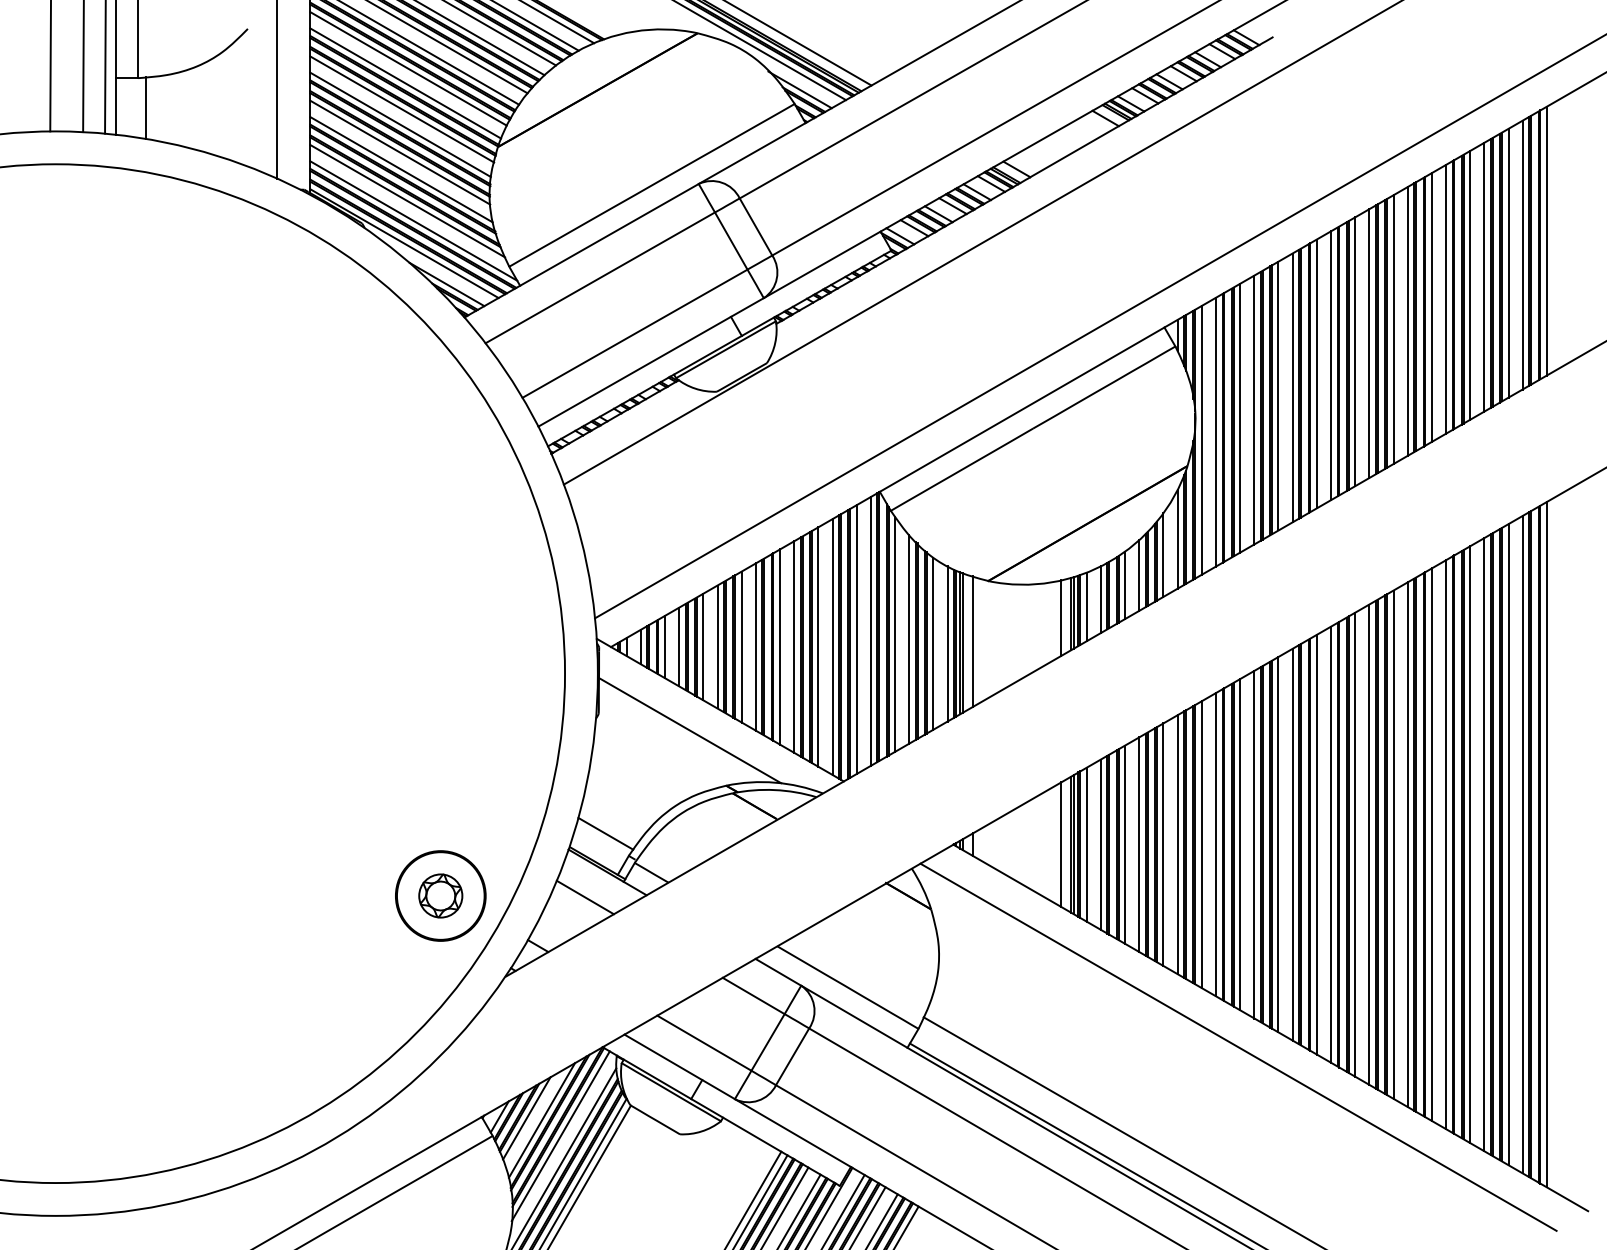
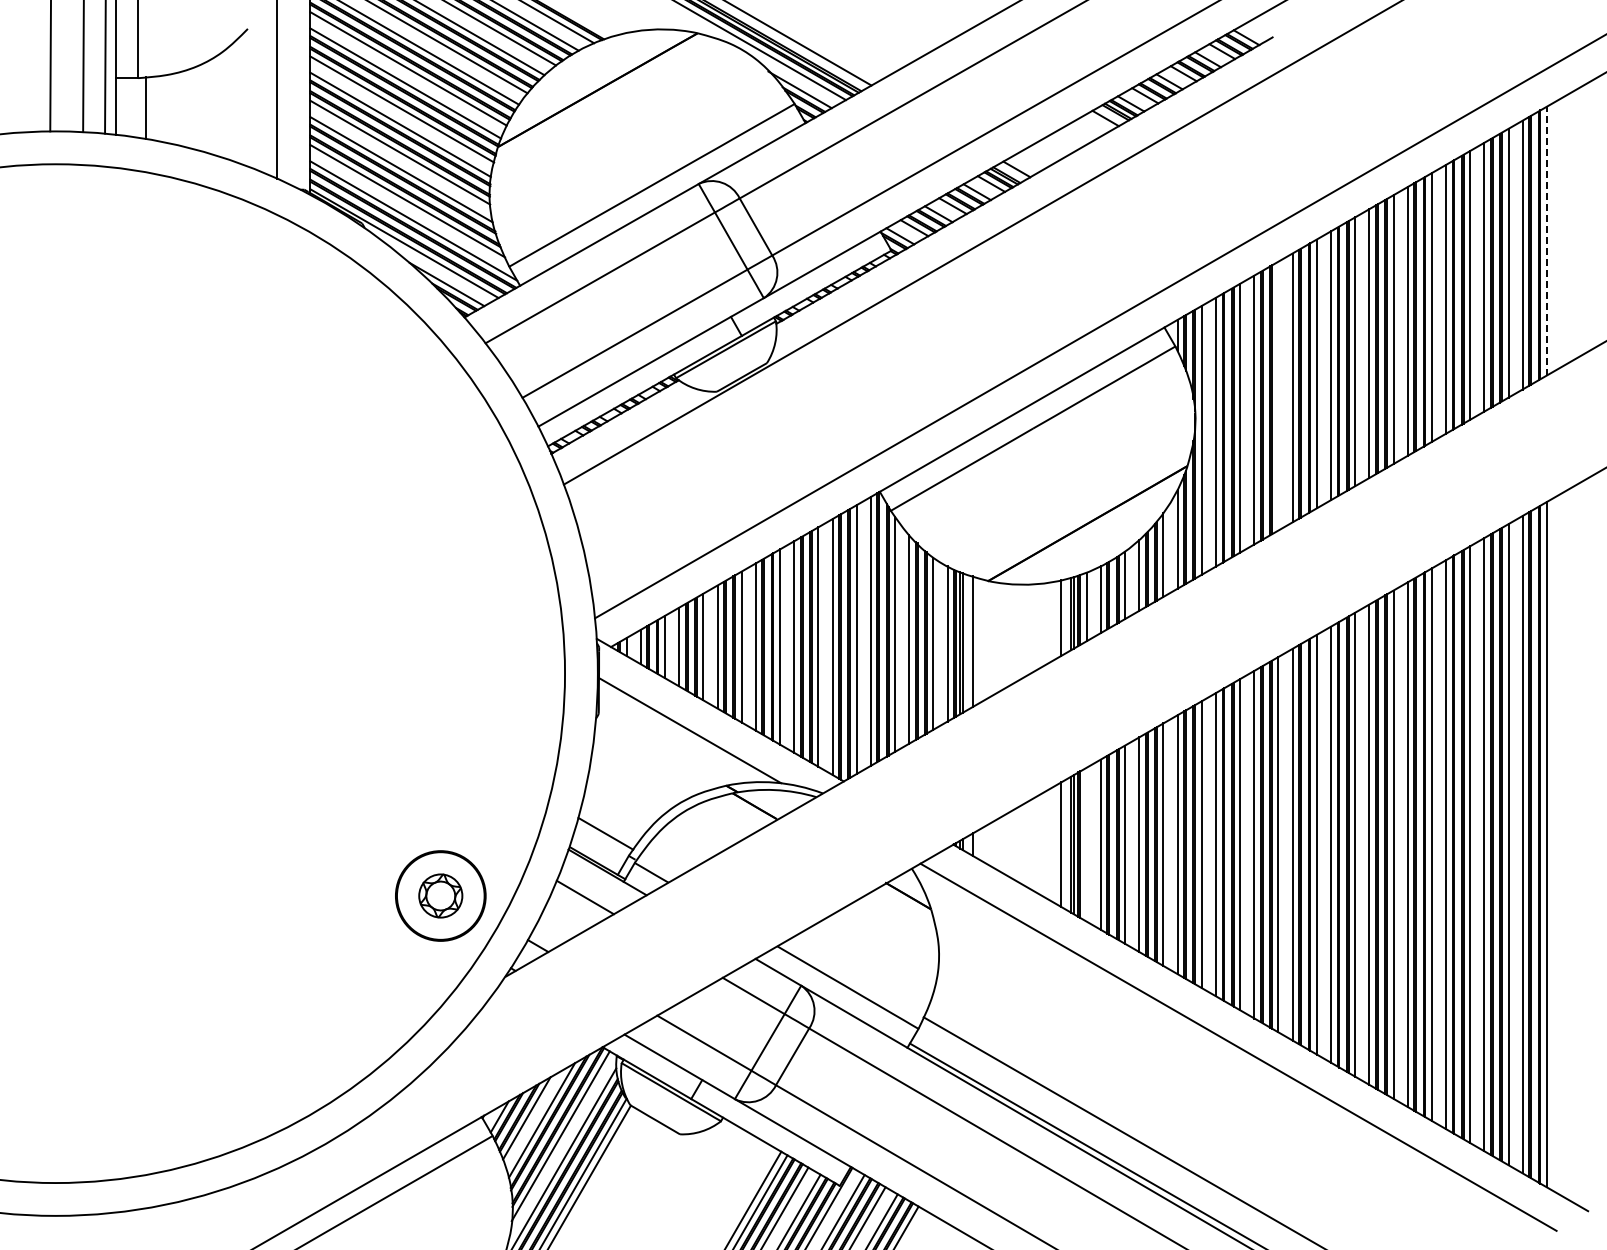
line at (1546, 240): solid -> dashed
line at (1278, 395): present -> none
line at (1086, 844): present -> none
